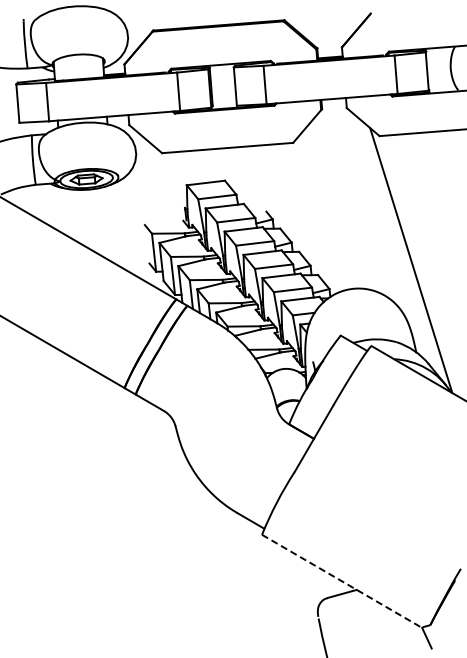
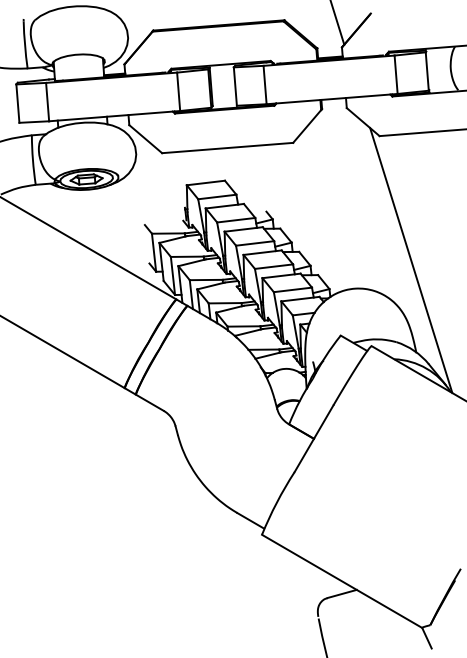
line at (337, 23): none -> present
line at (342, 581): dashed -> solid
